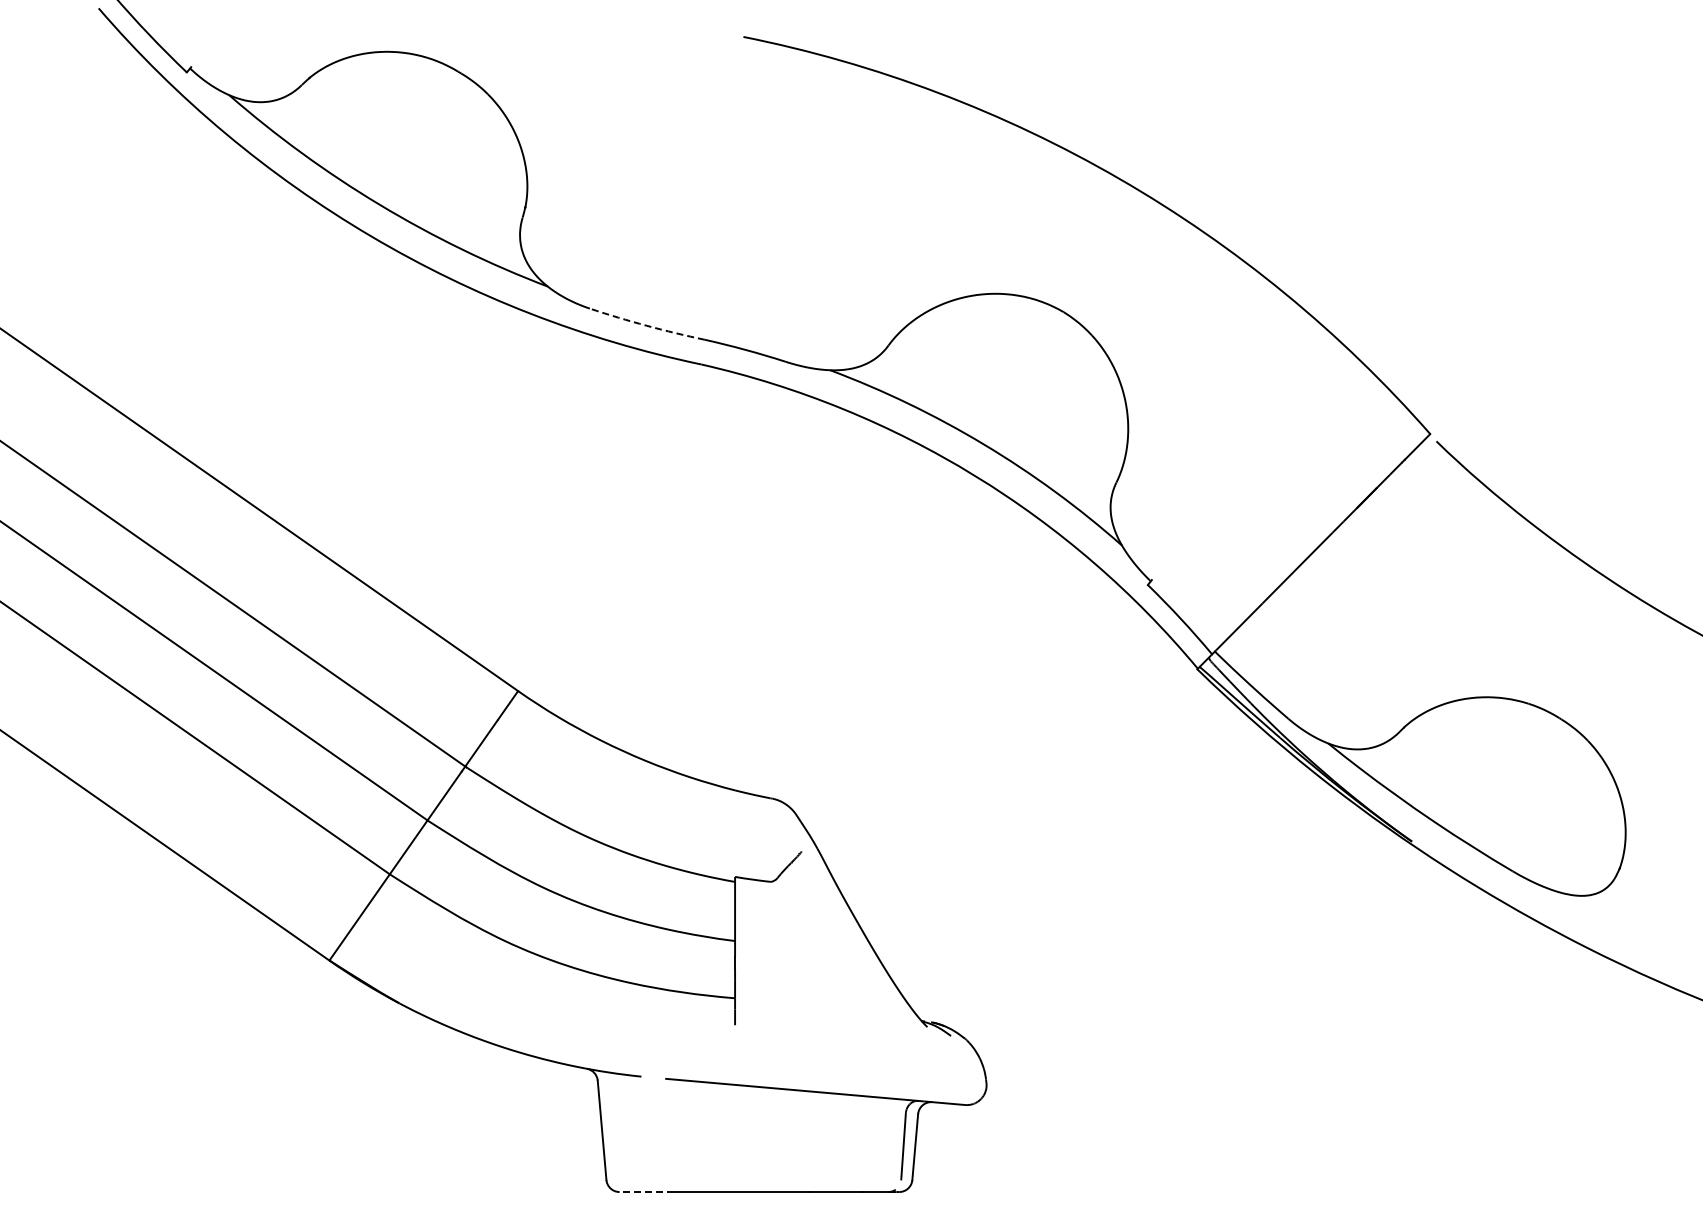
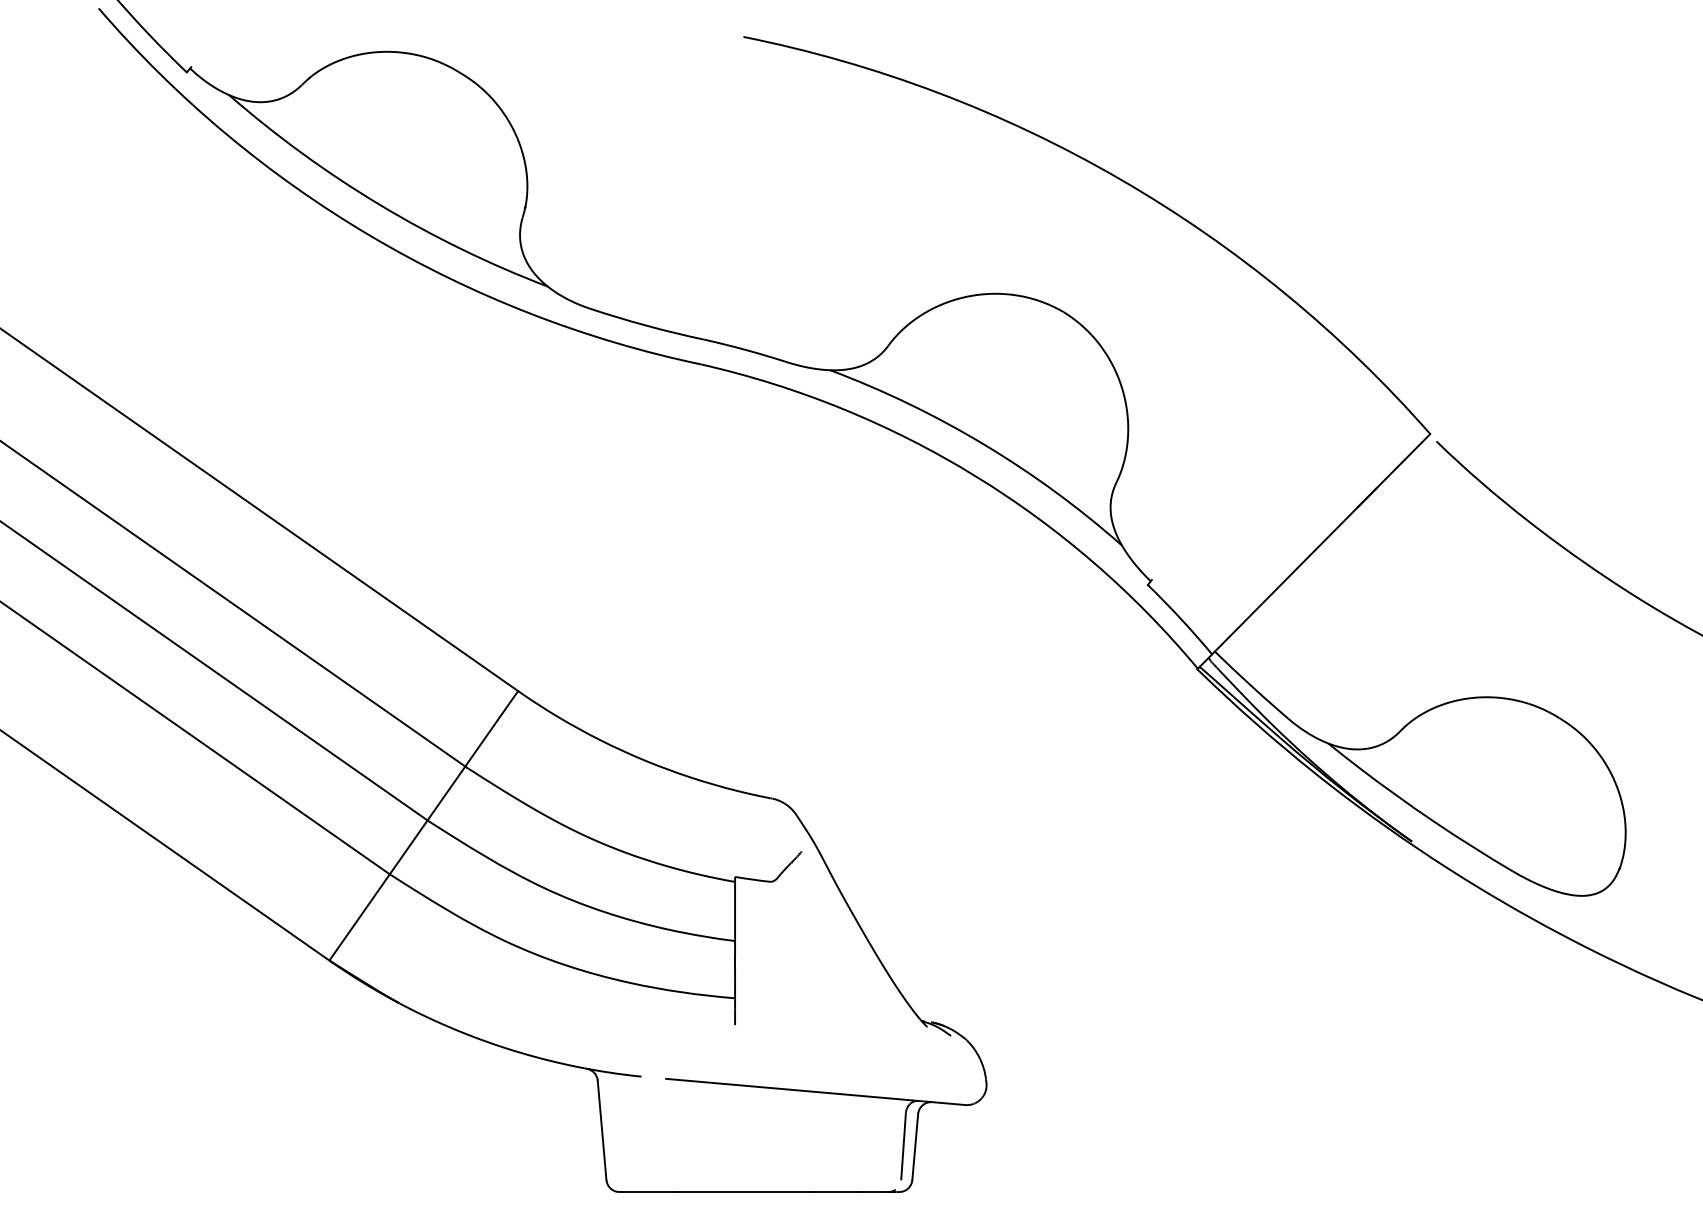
arc at (646, 325): dashed -> solid
line at (646, 1192): dashed -> solid
